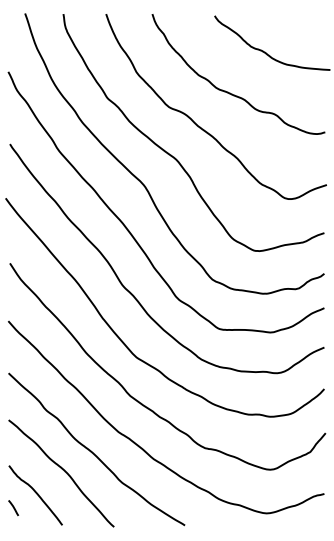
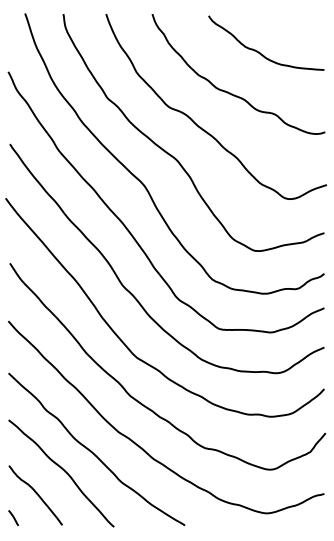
curve at (265, 51) position: (265, 51) -> (259, 51)
line at (13, 508) position: (13, 508) -> (13, 518)
